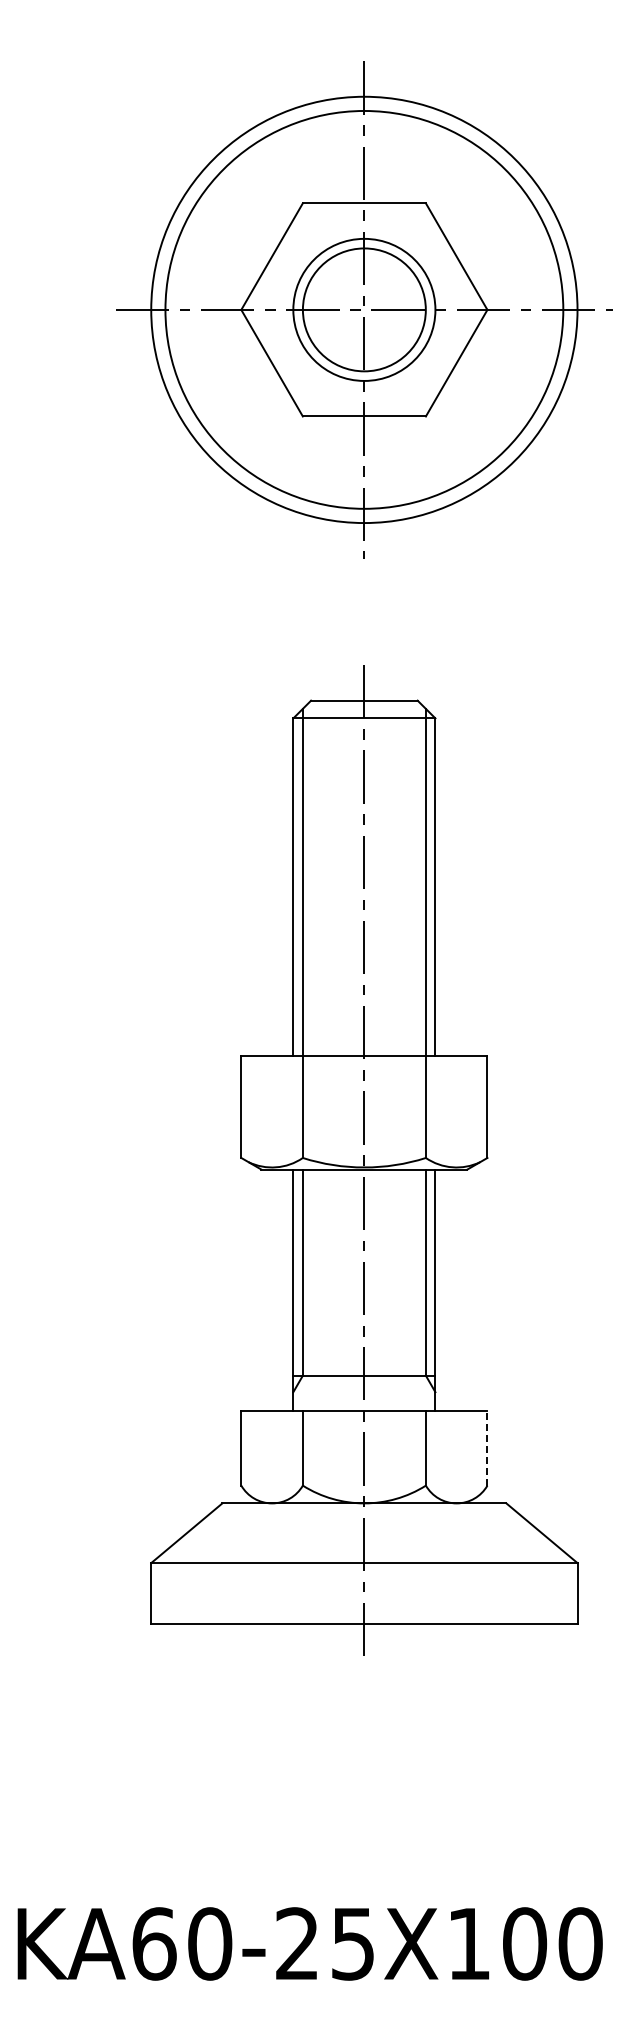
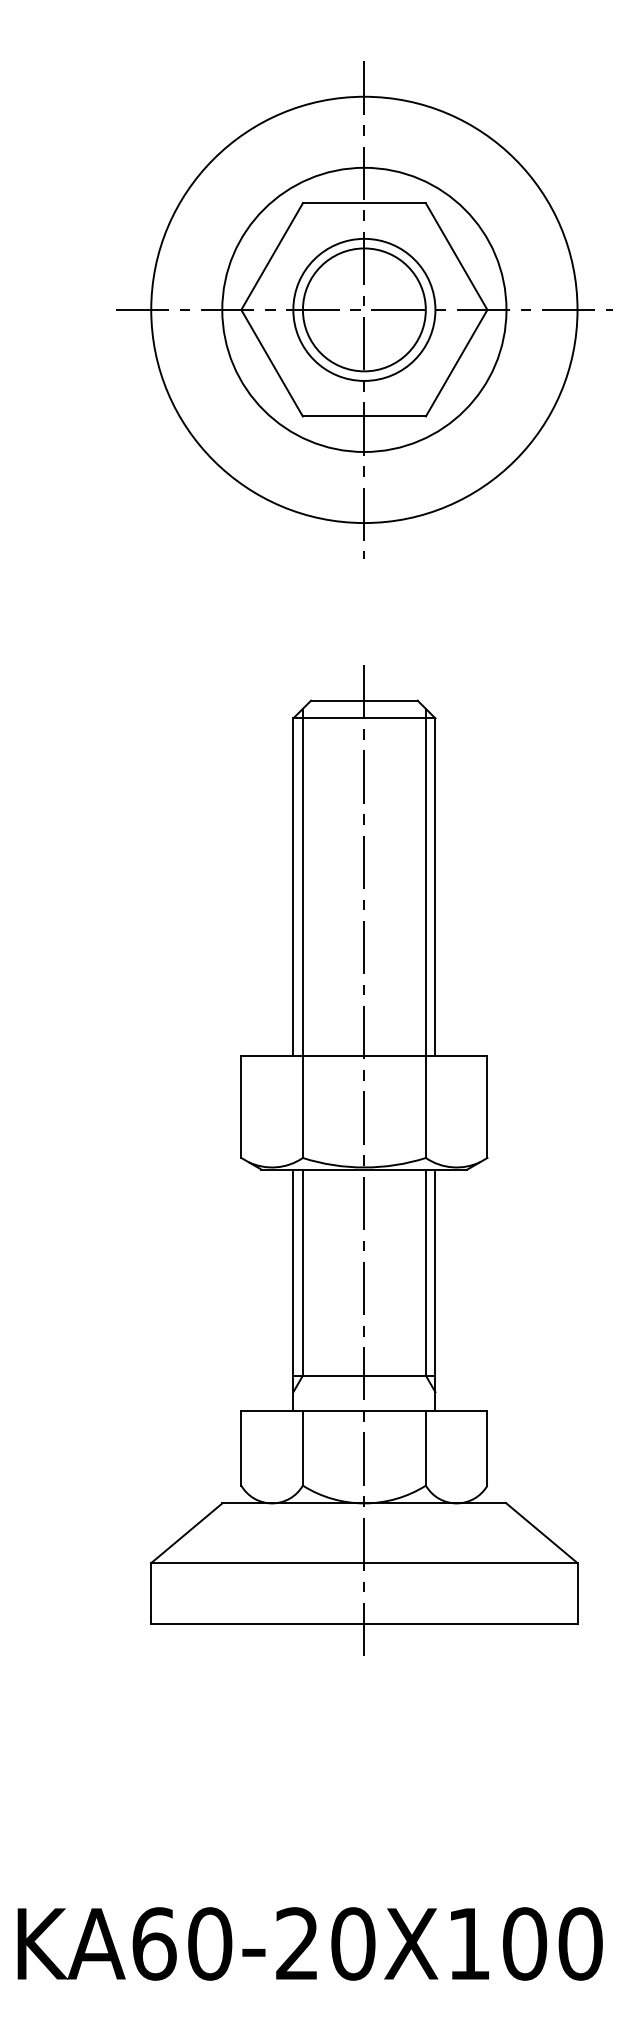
circle at (364, 309) diameter: 398 px -> 284 px
line at (487, 1447): dashed -> solid
text at (353, 1943): KA60-25X100 -> KA60-20X100
